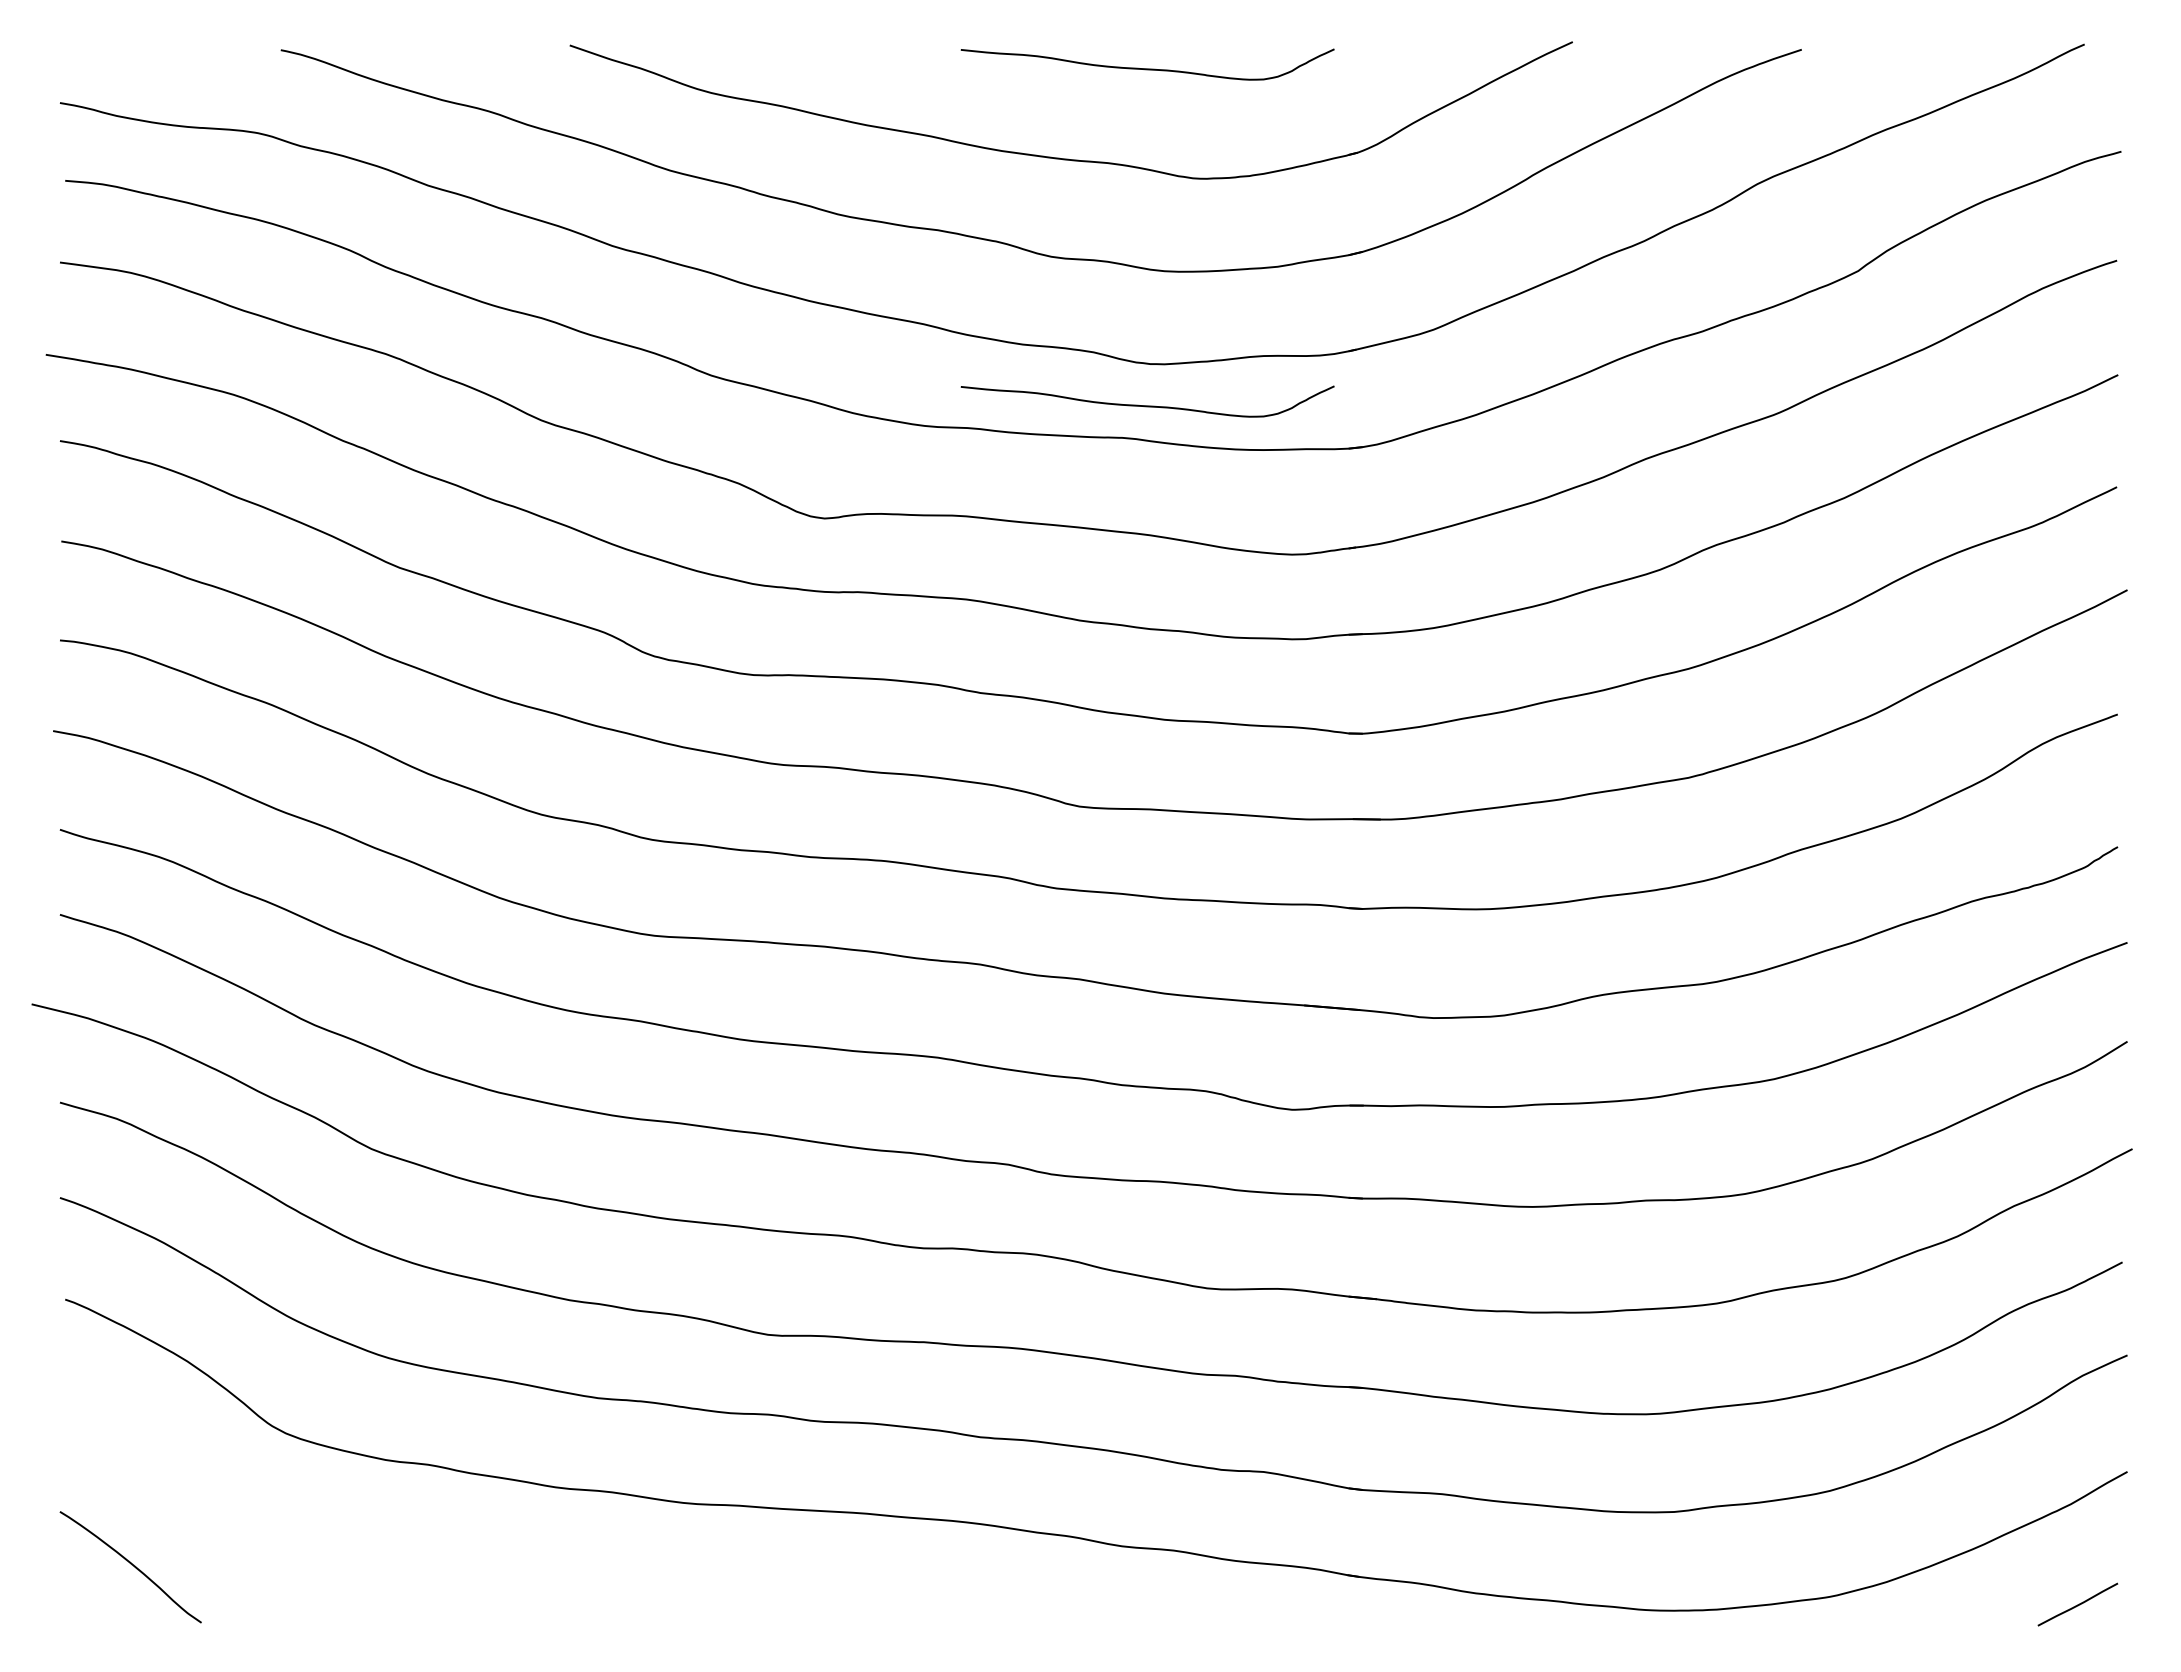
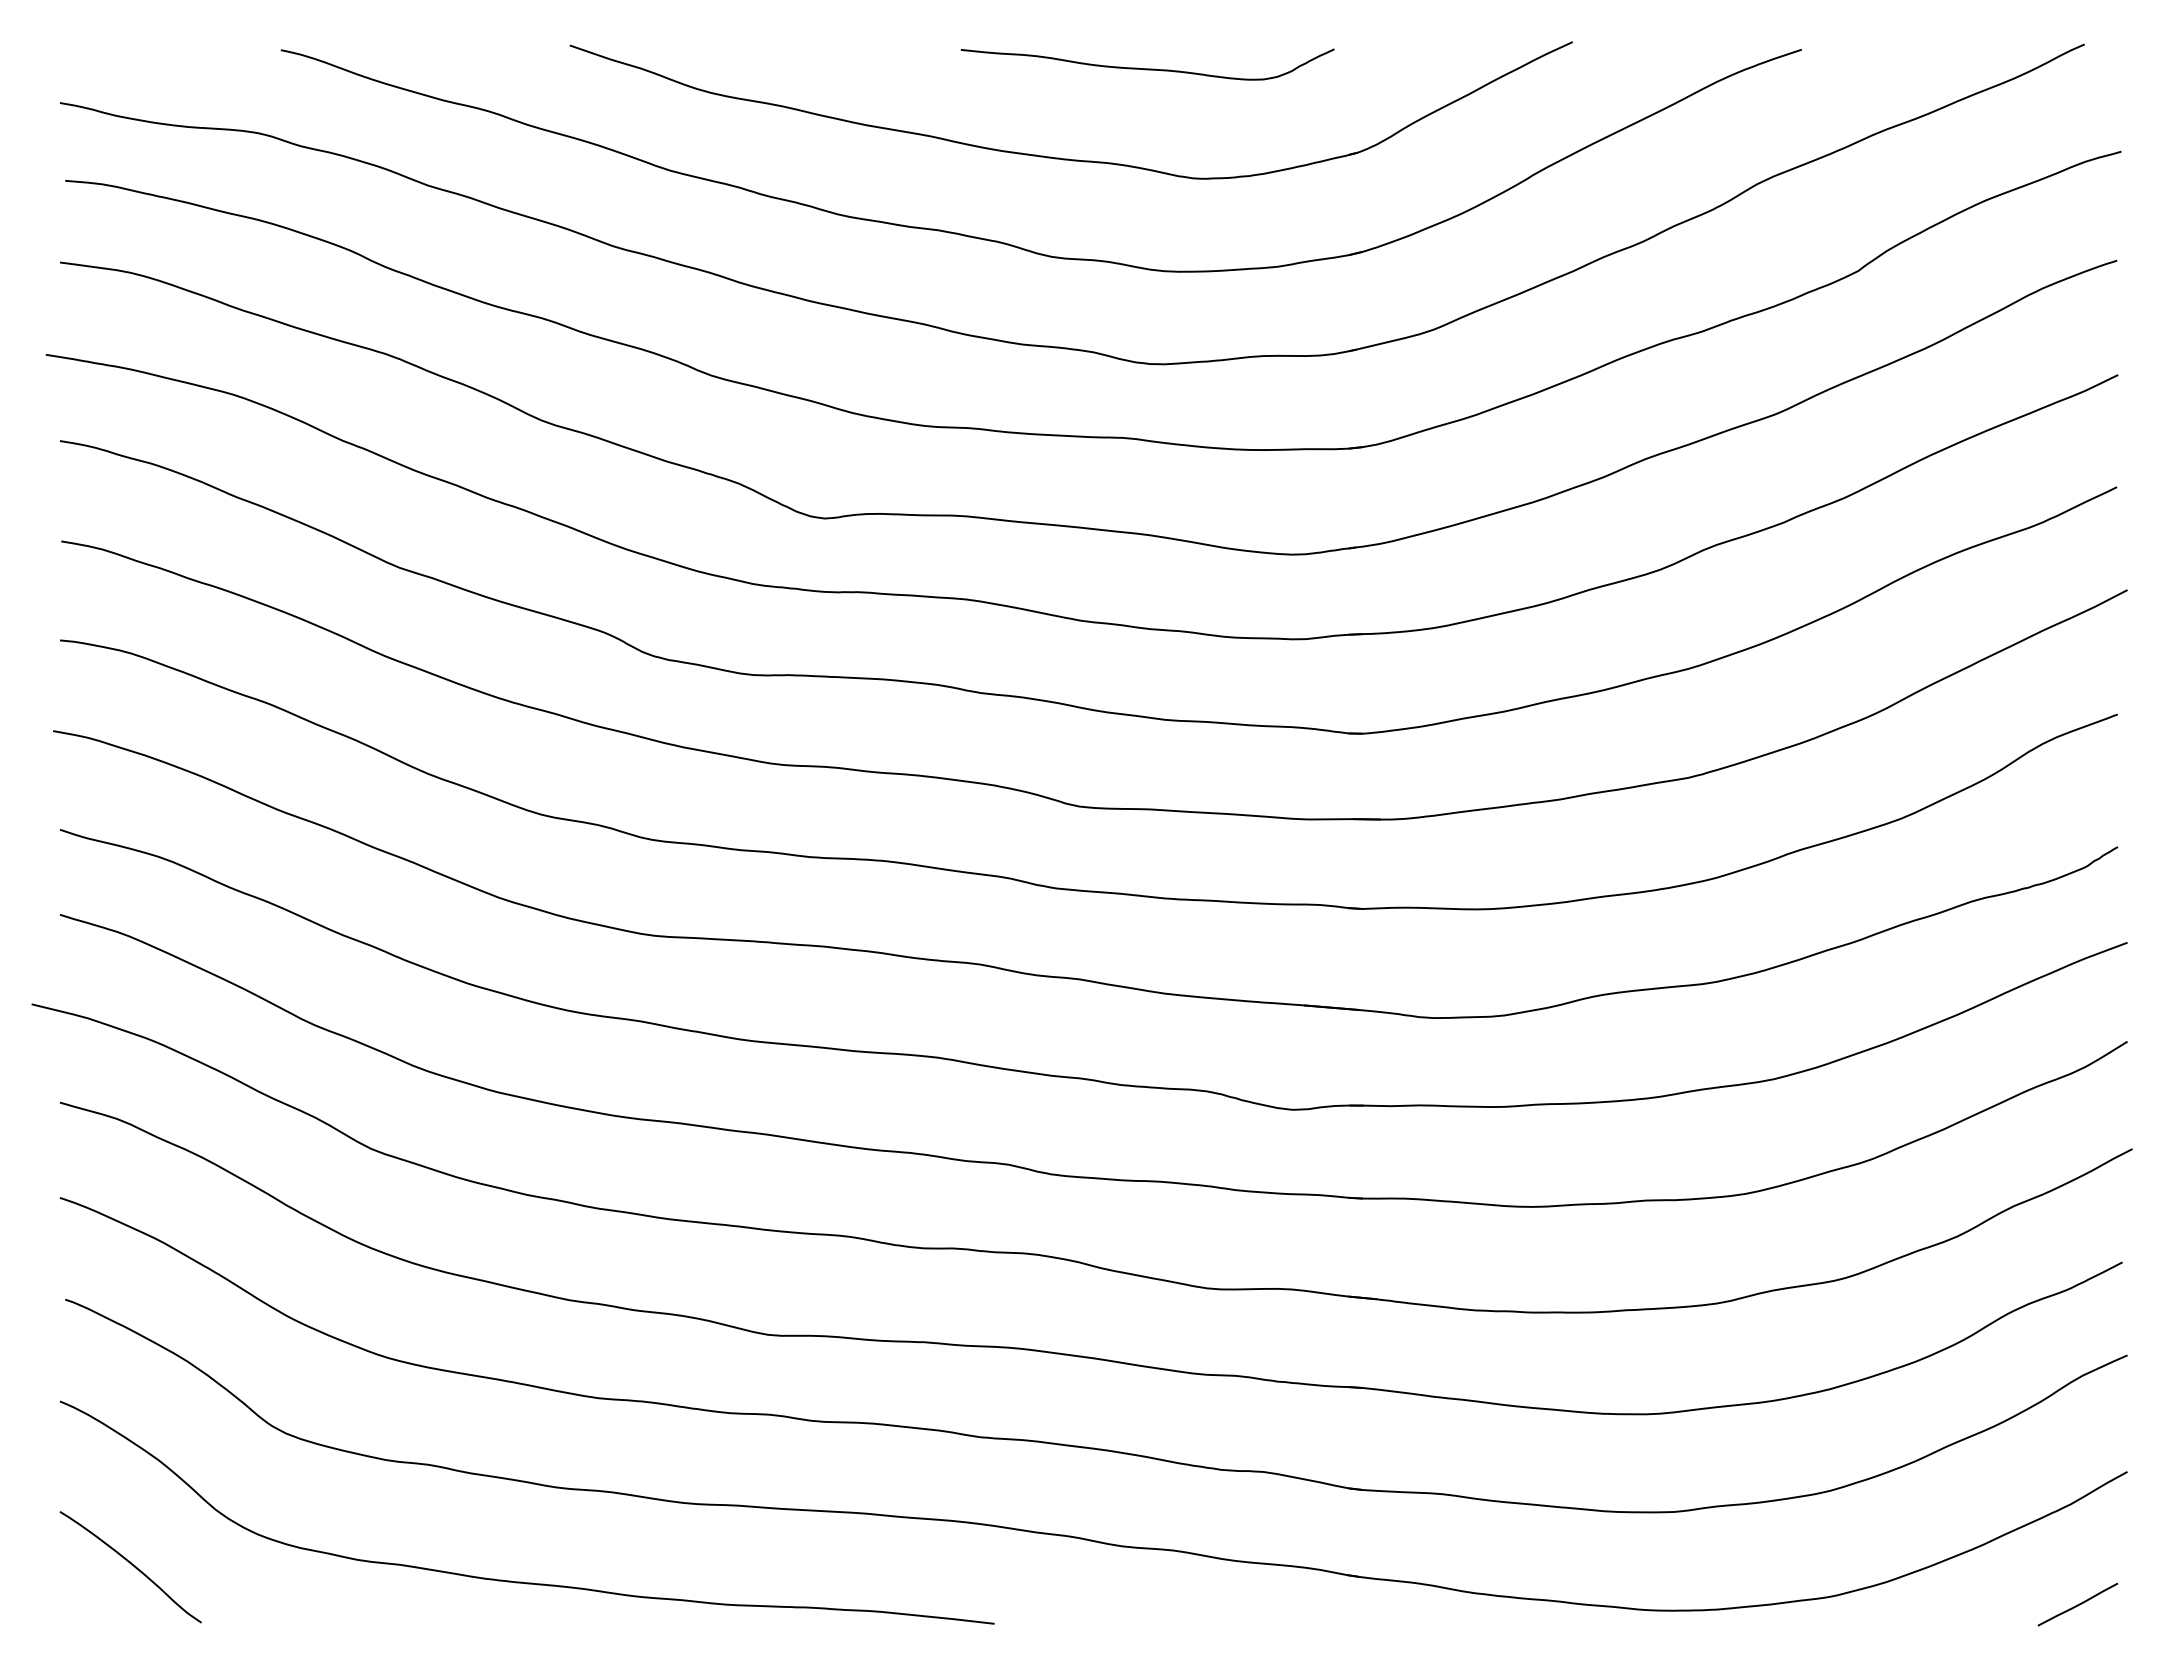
curve at (1147, 405): present -> none
curve at (521, 1581): none -> present
